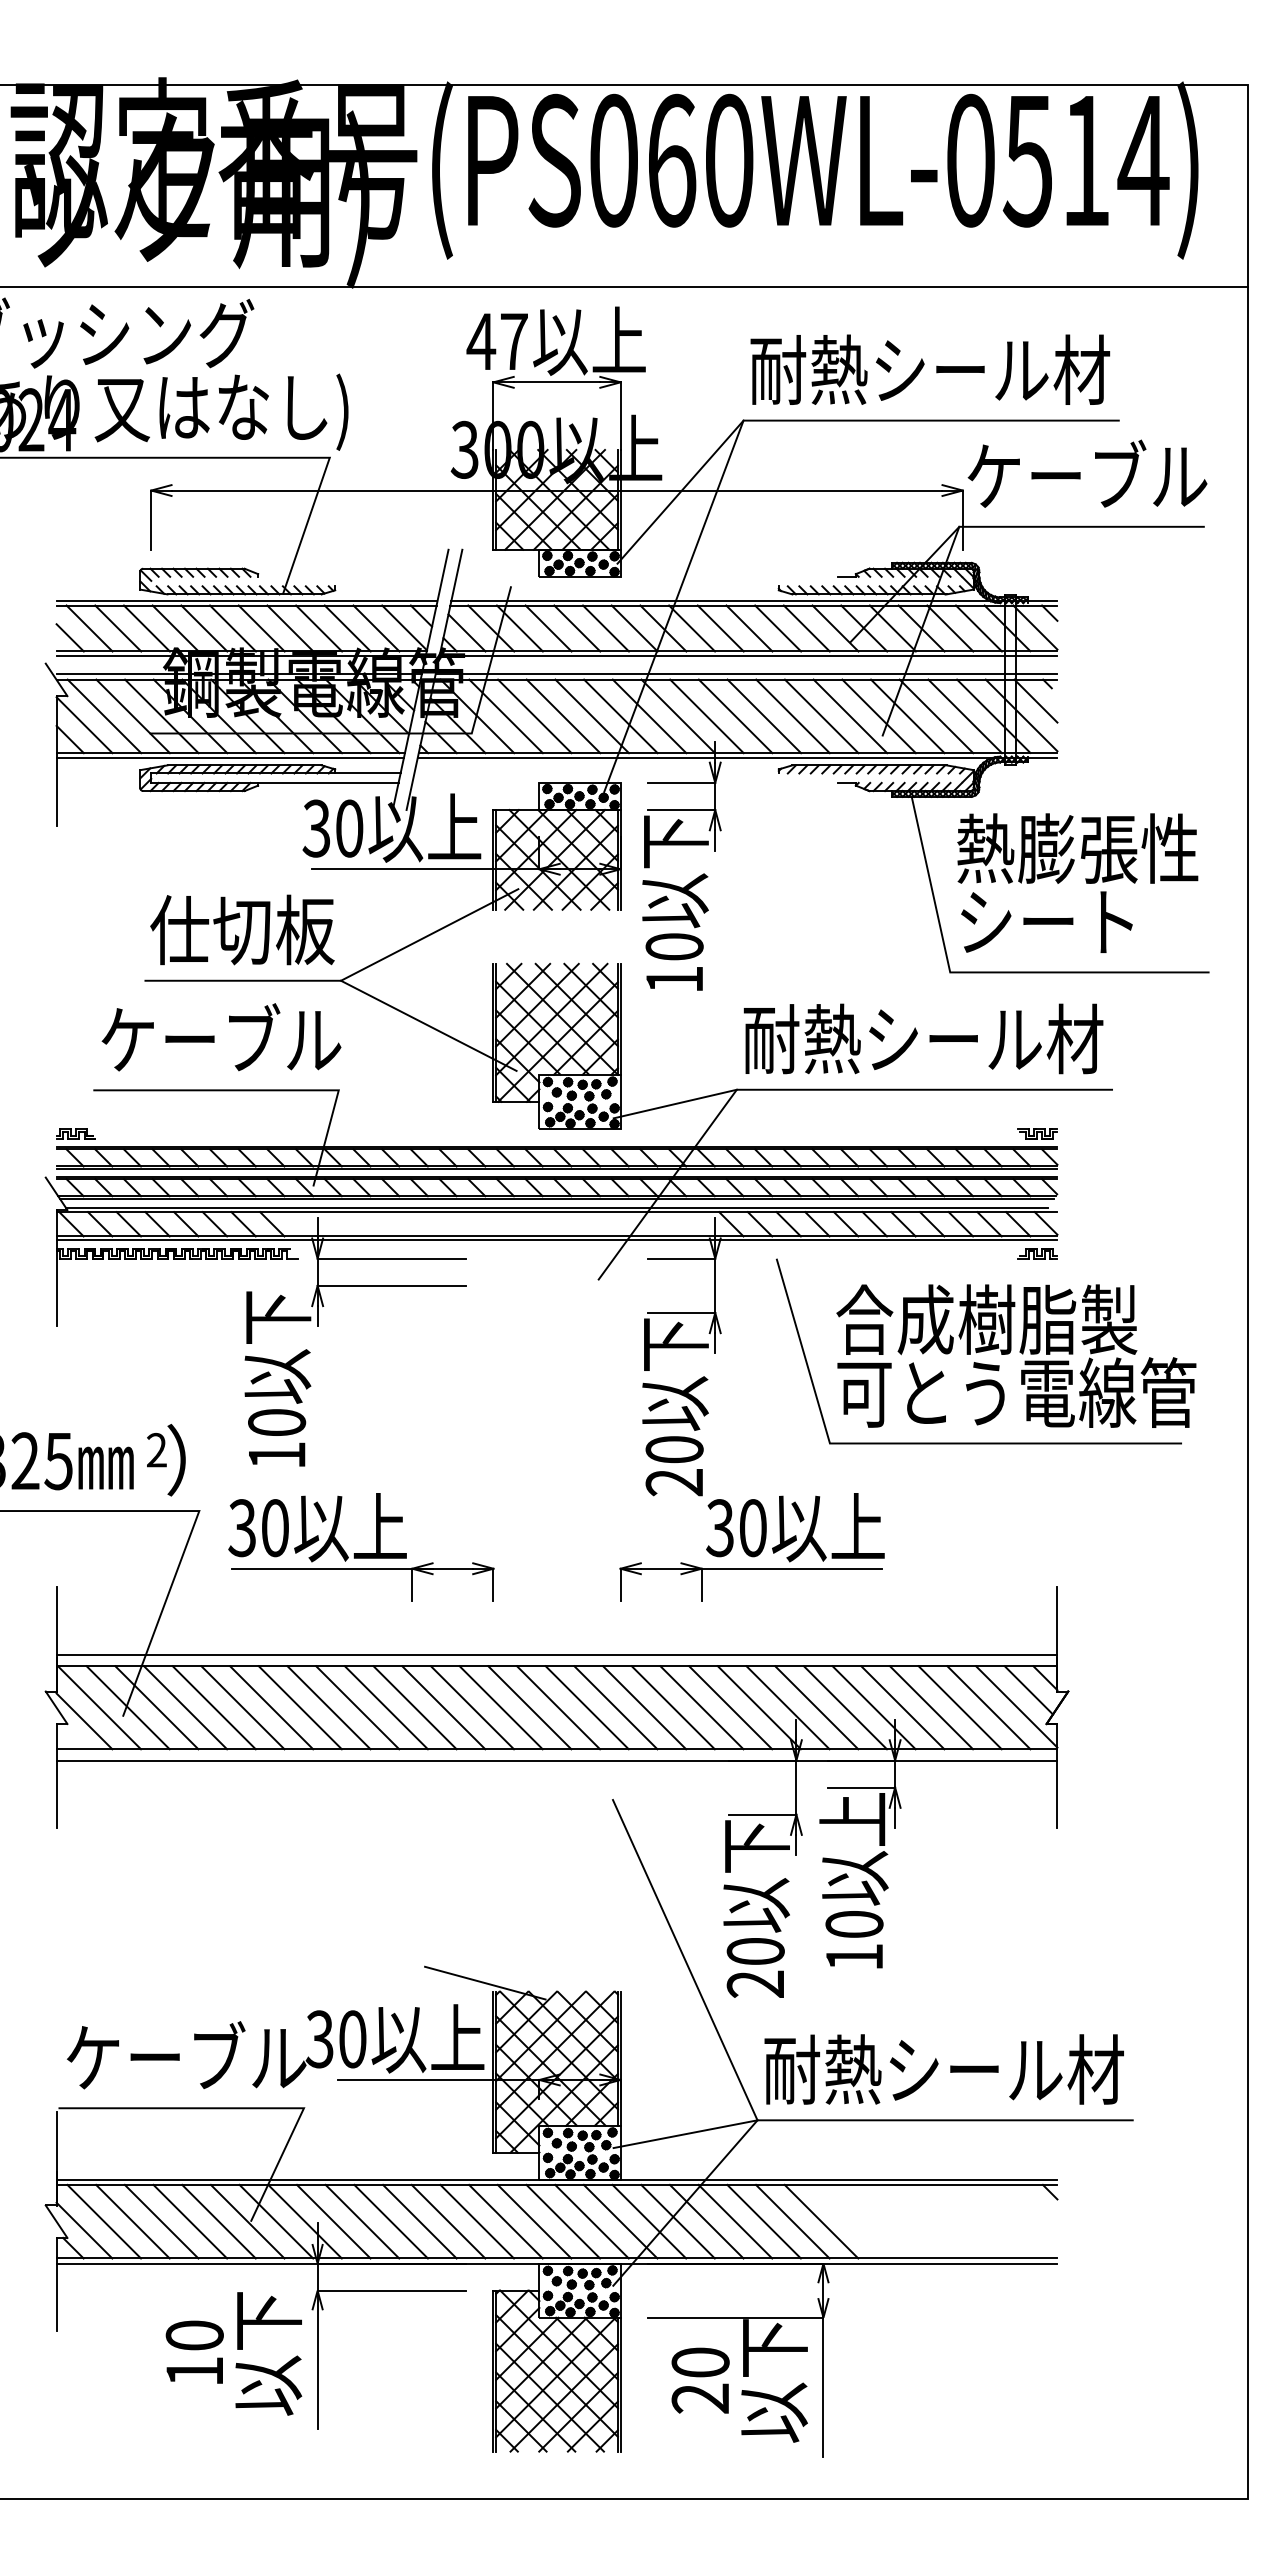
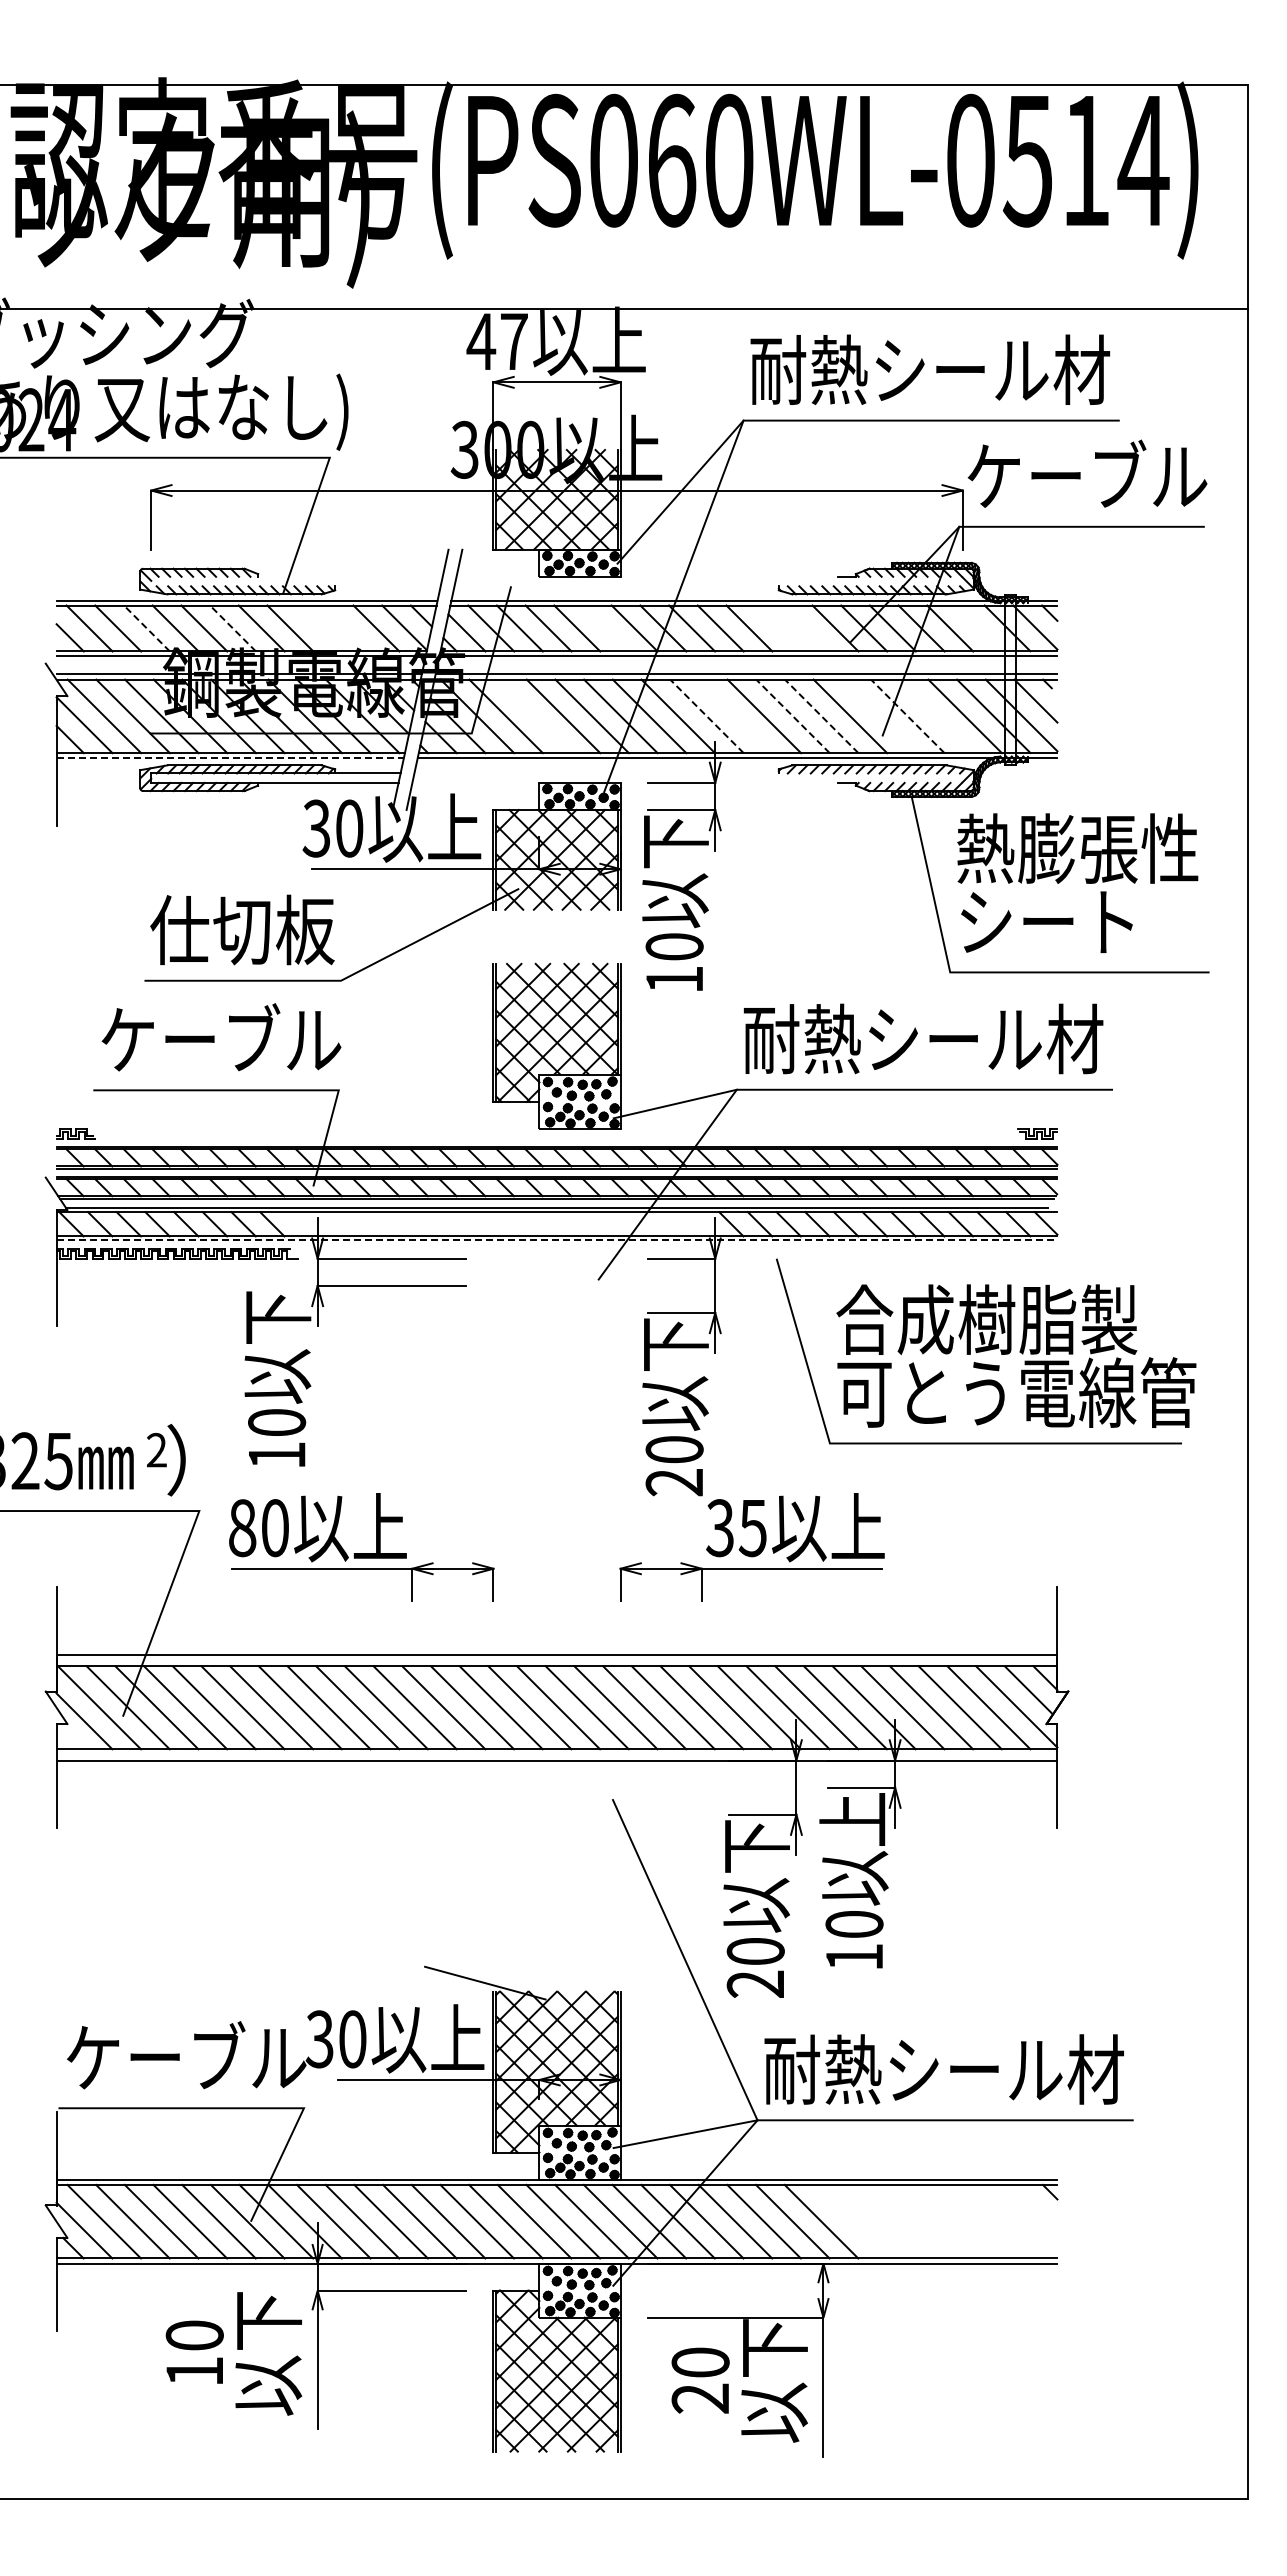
line at (625, 287) position: (625, 287) -> (625, 309)
line at (146, 628): solid -> dashed
line at (233, 628): solid -> dashed
line at (319, 628): present -> none
line at (347, 628): present -> none
line at (605, 628): present -> none
line at (778, 628): present -> none
line at (806, 628): present -> none
line at (978, 628): present -> none
line at (534, 716): present -> none
line at (706, 716): solid -> dashed
line at (735, 716): present -> none
line at (792, 716): solid -> dashed
line at (821, 716): solid -> dashed
line at (878, 716): present -> none
line at (907, 716): solid -> dashed
line at (936, 716): present -> none
line at (230, 758): solid -> dashed
line at (428, 1025): present -> none
line at (557, 1240): solid -> dashed
part at (1037, 1253): present -> none
text at (242, 1528): 30 -> 80
text at (752, 1528): 30 -> 35
